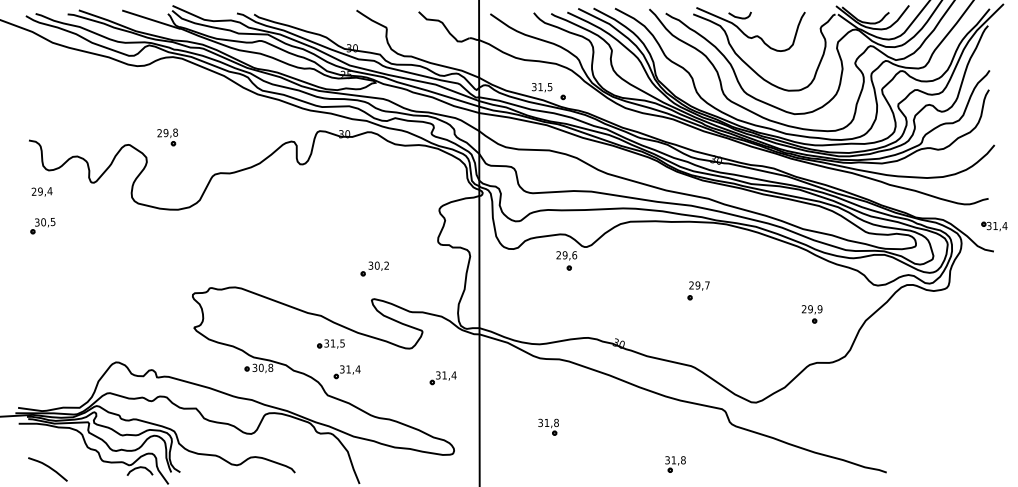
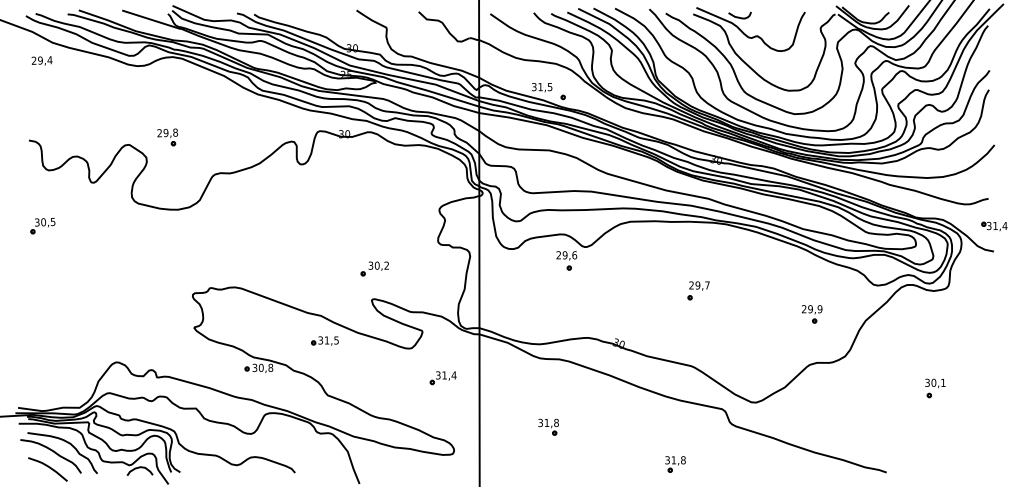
text at (41, 191) position: (41, 191) -> (41, 60)
part at (330, 343) position: (330, 343) -> (324, 340)
part at (346, 372): present -> none
part at (935, 388): none -> present
part at (58, 452): none -> present
